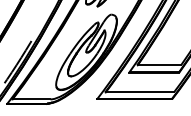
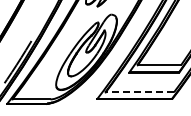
line at (139, 92): solid -> dashed
